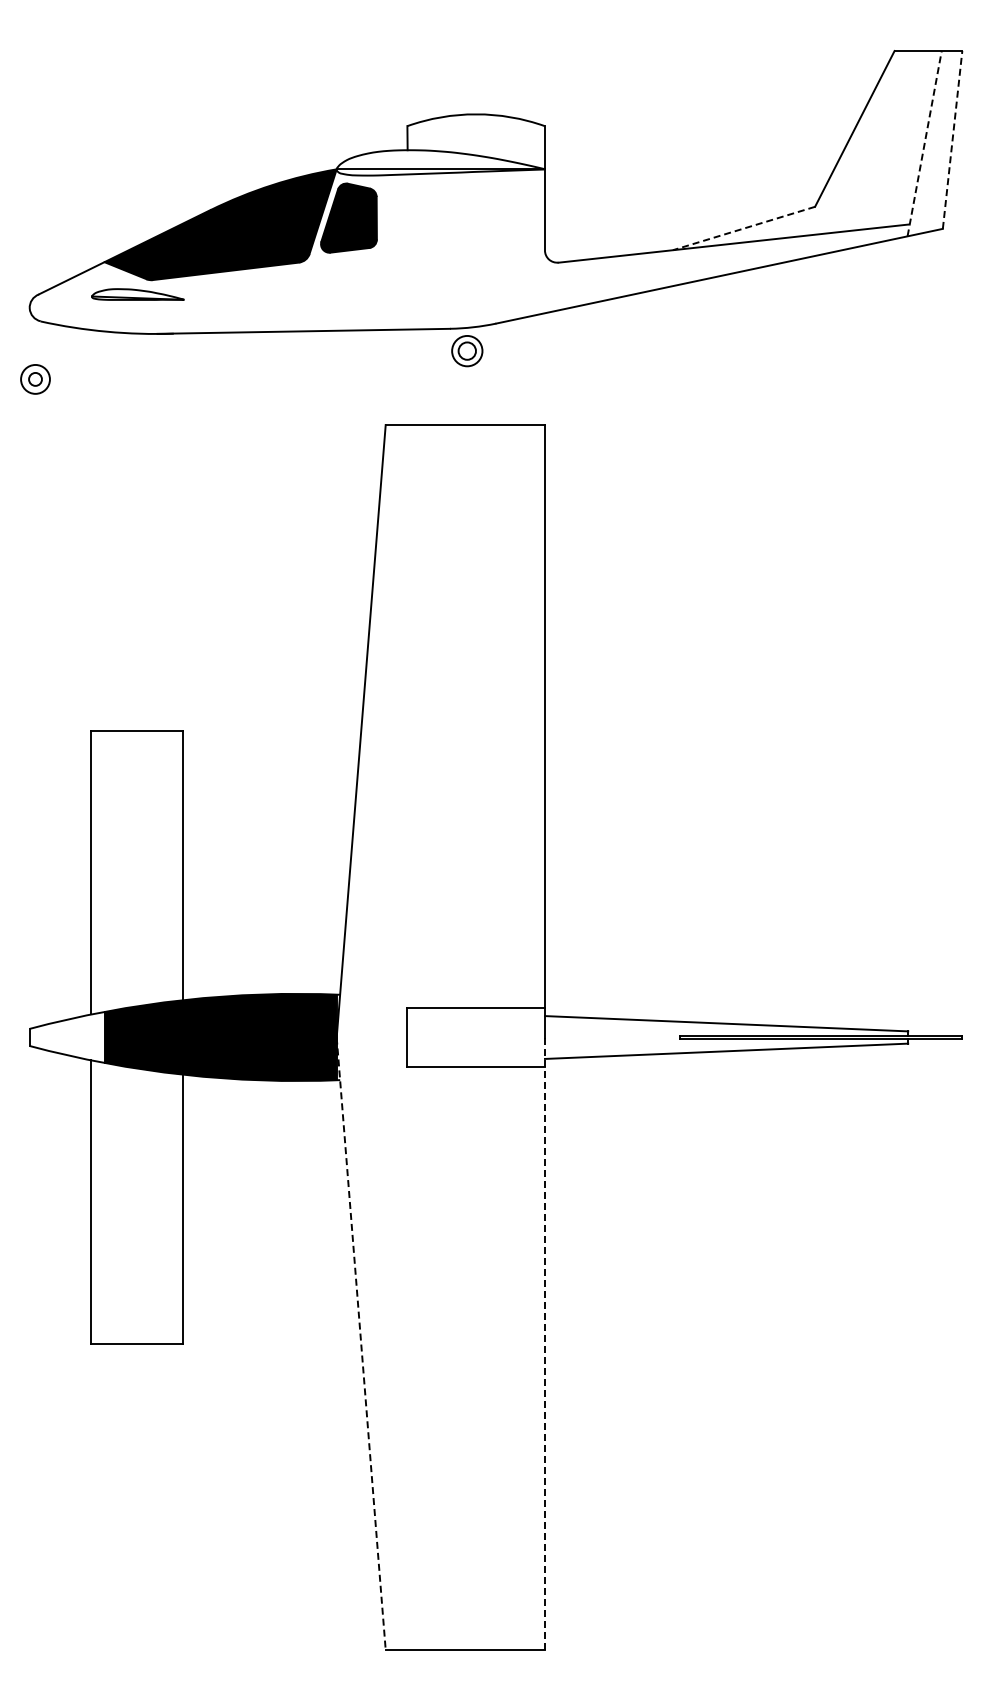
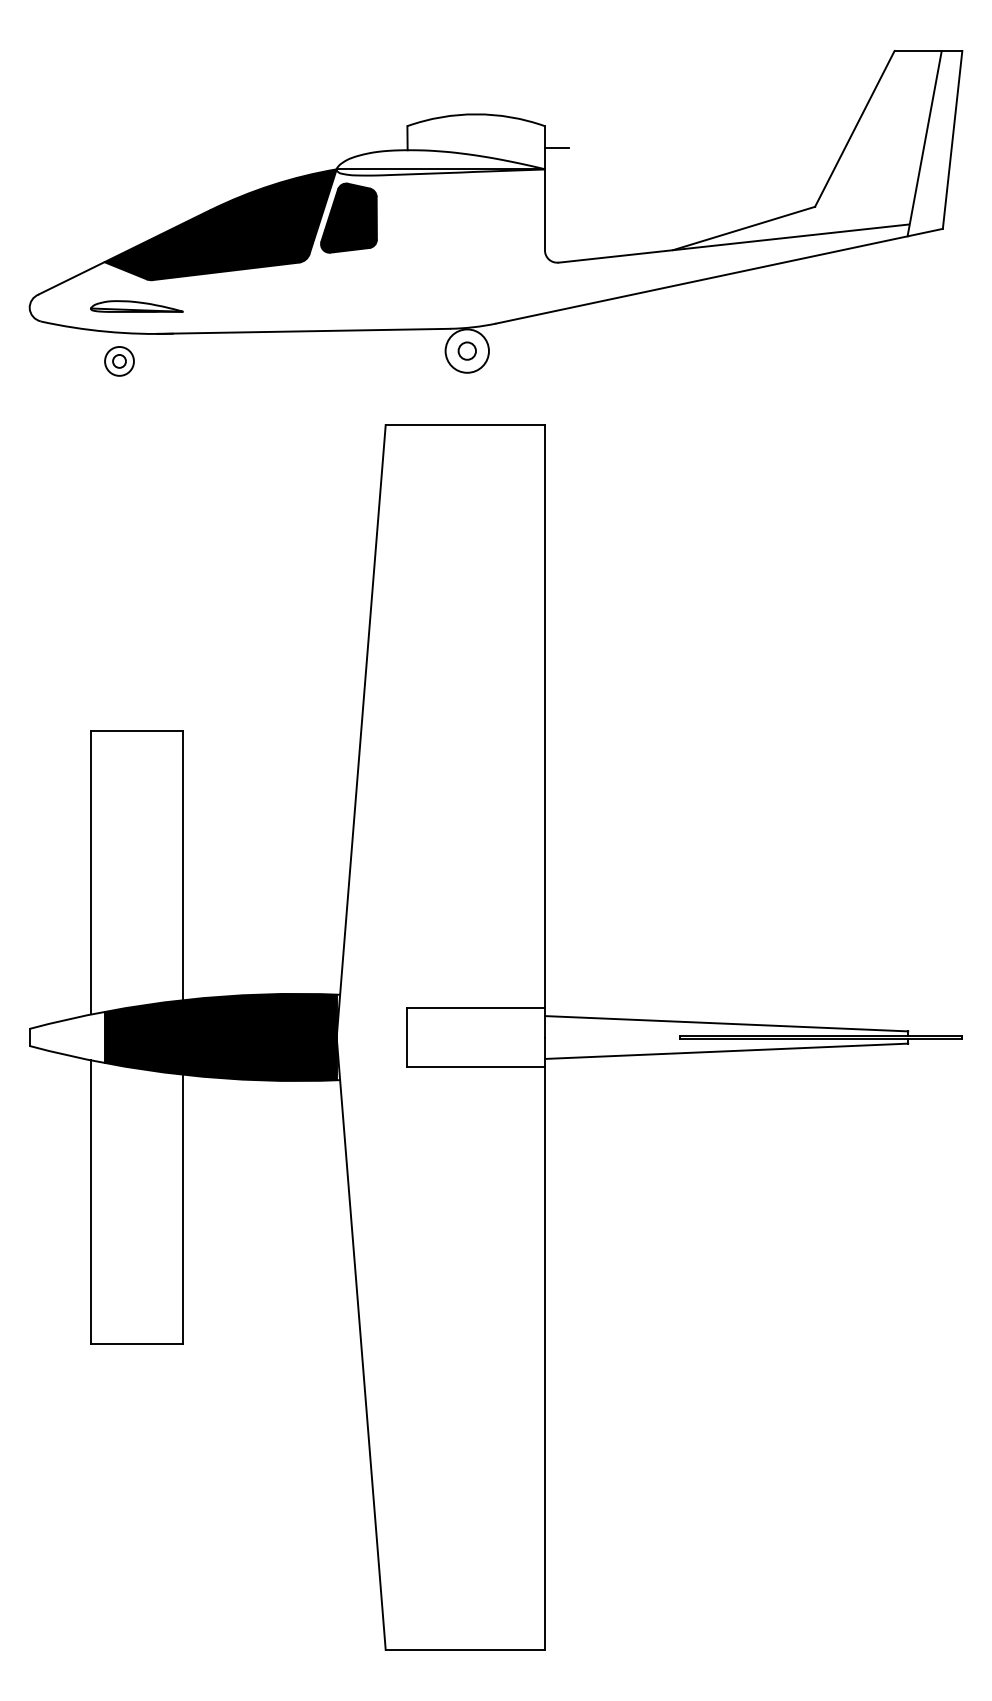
line at (952, 139): dashed -> solid
line at (924, 143): dashed -> solid
line at (556, 147): none -> present
line at (743, 228): dashed -> solid
part at (137, 294) position: (137, 294) -> (136, 306)
circle at (467, 350) diameter: 30 px -> 43 px
part at (35, 379) position: (35, 379) -> (119, 361)
line at (361, 1344): dashed -> solid
line at (544, 1344): dashed -> solid
